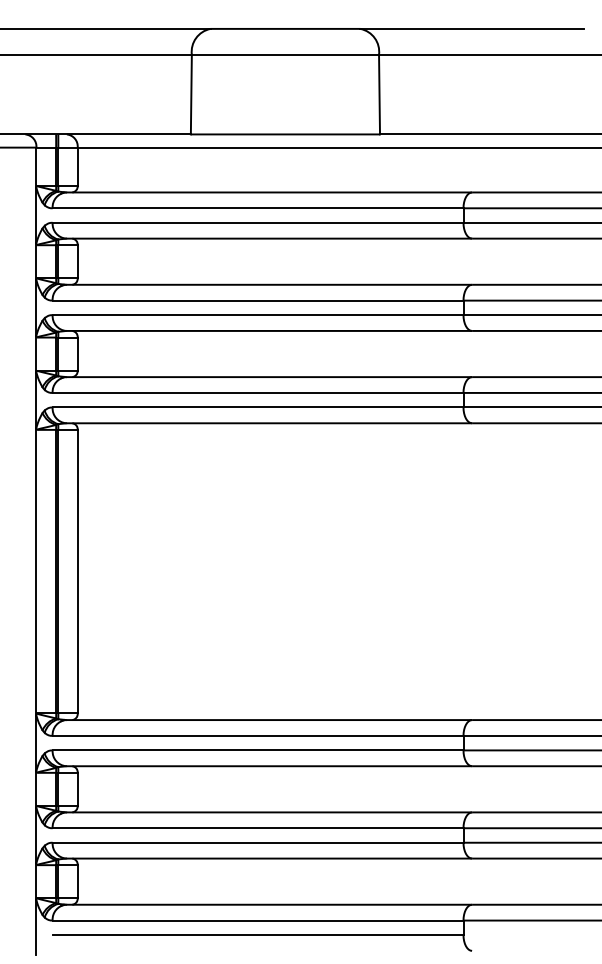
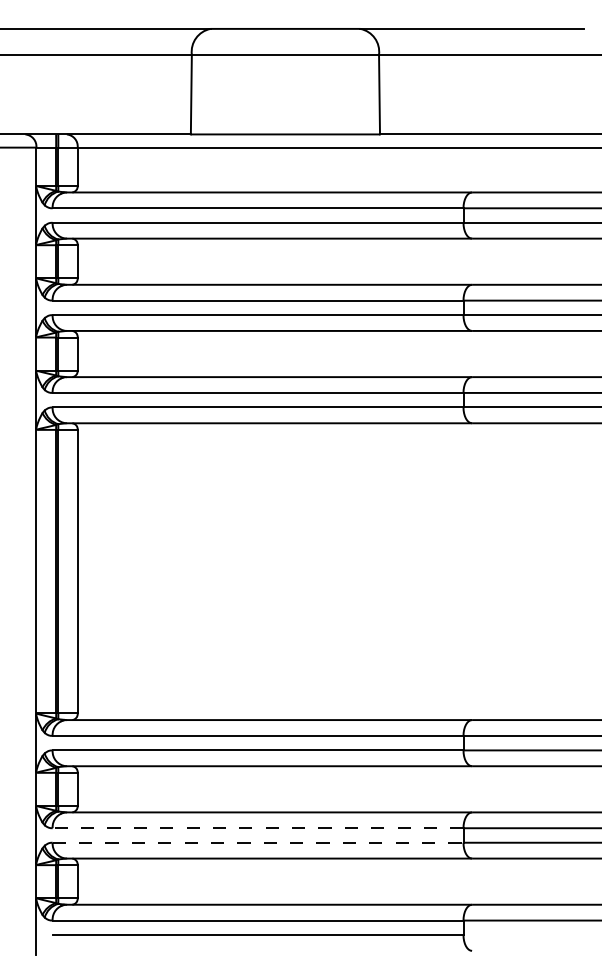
line at (257, 828): solid -> dashed
line at (258, 842): solid -> dashed
